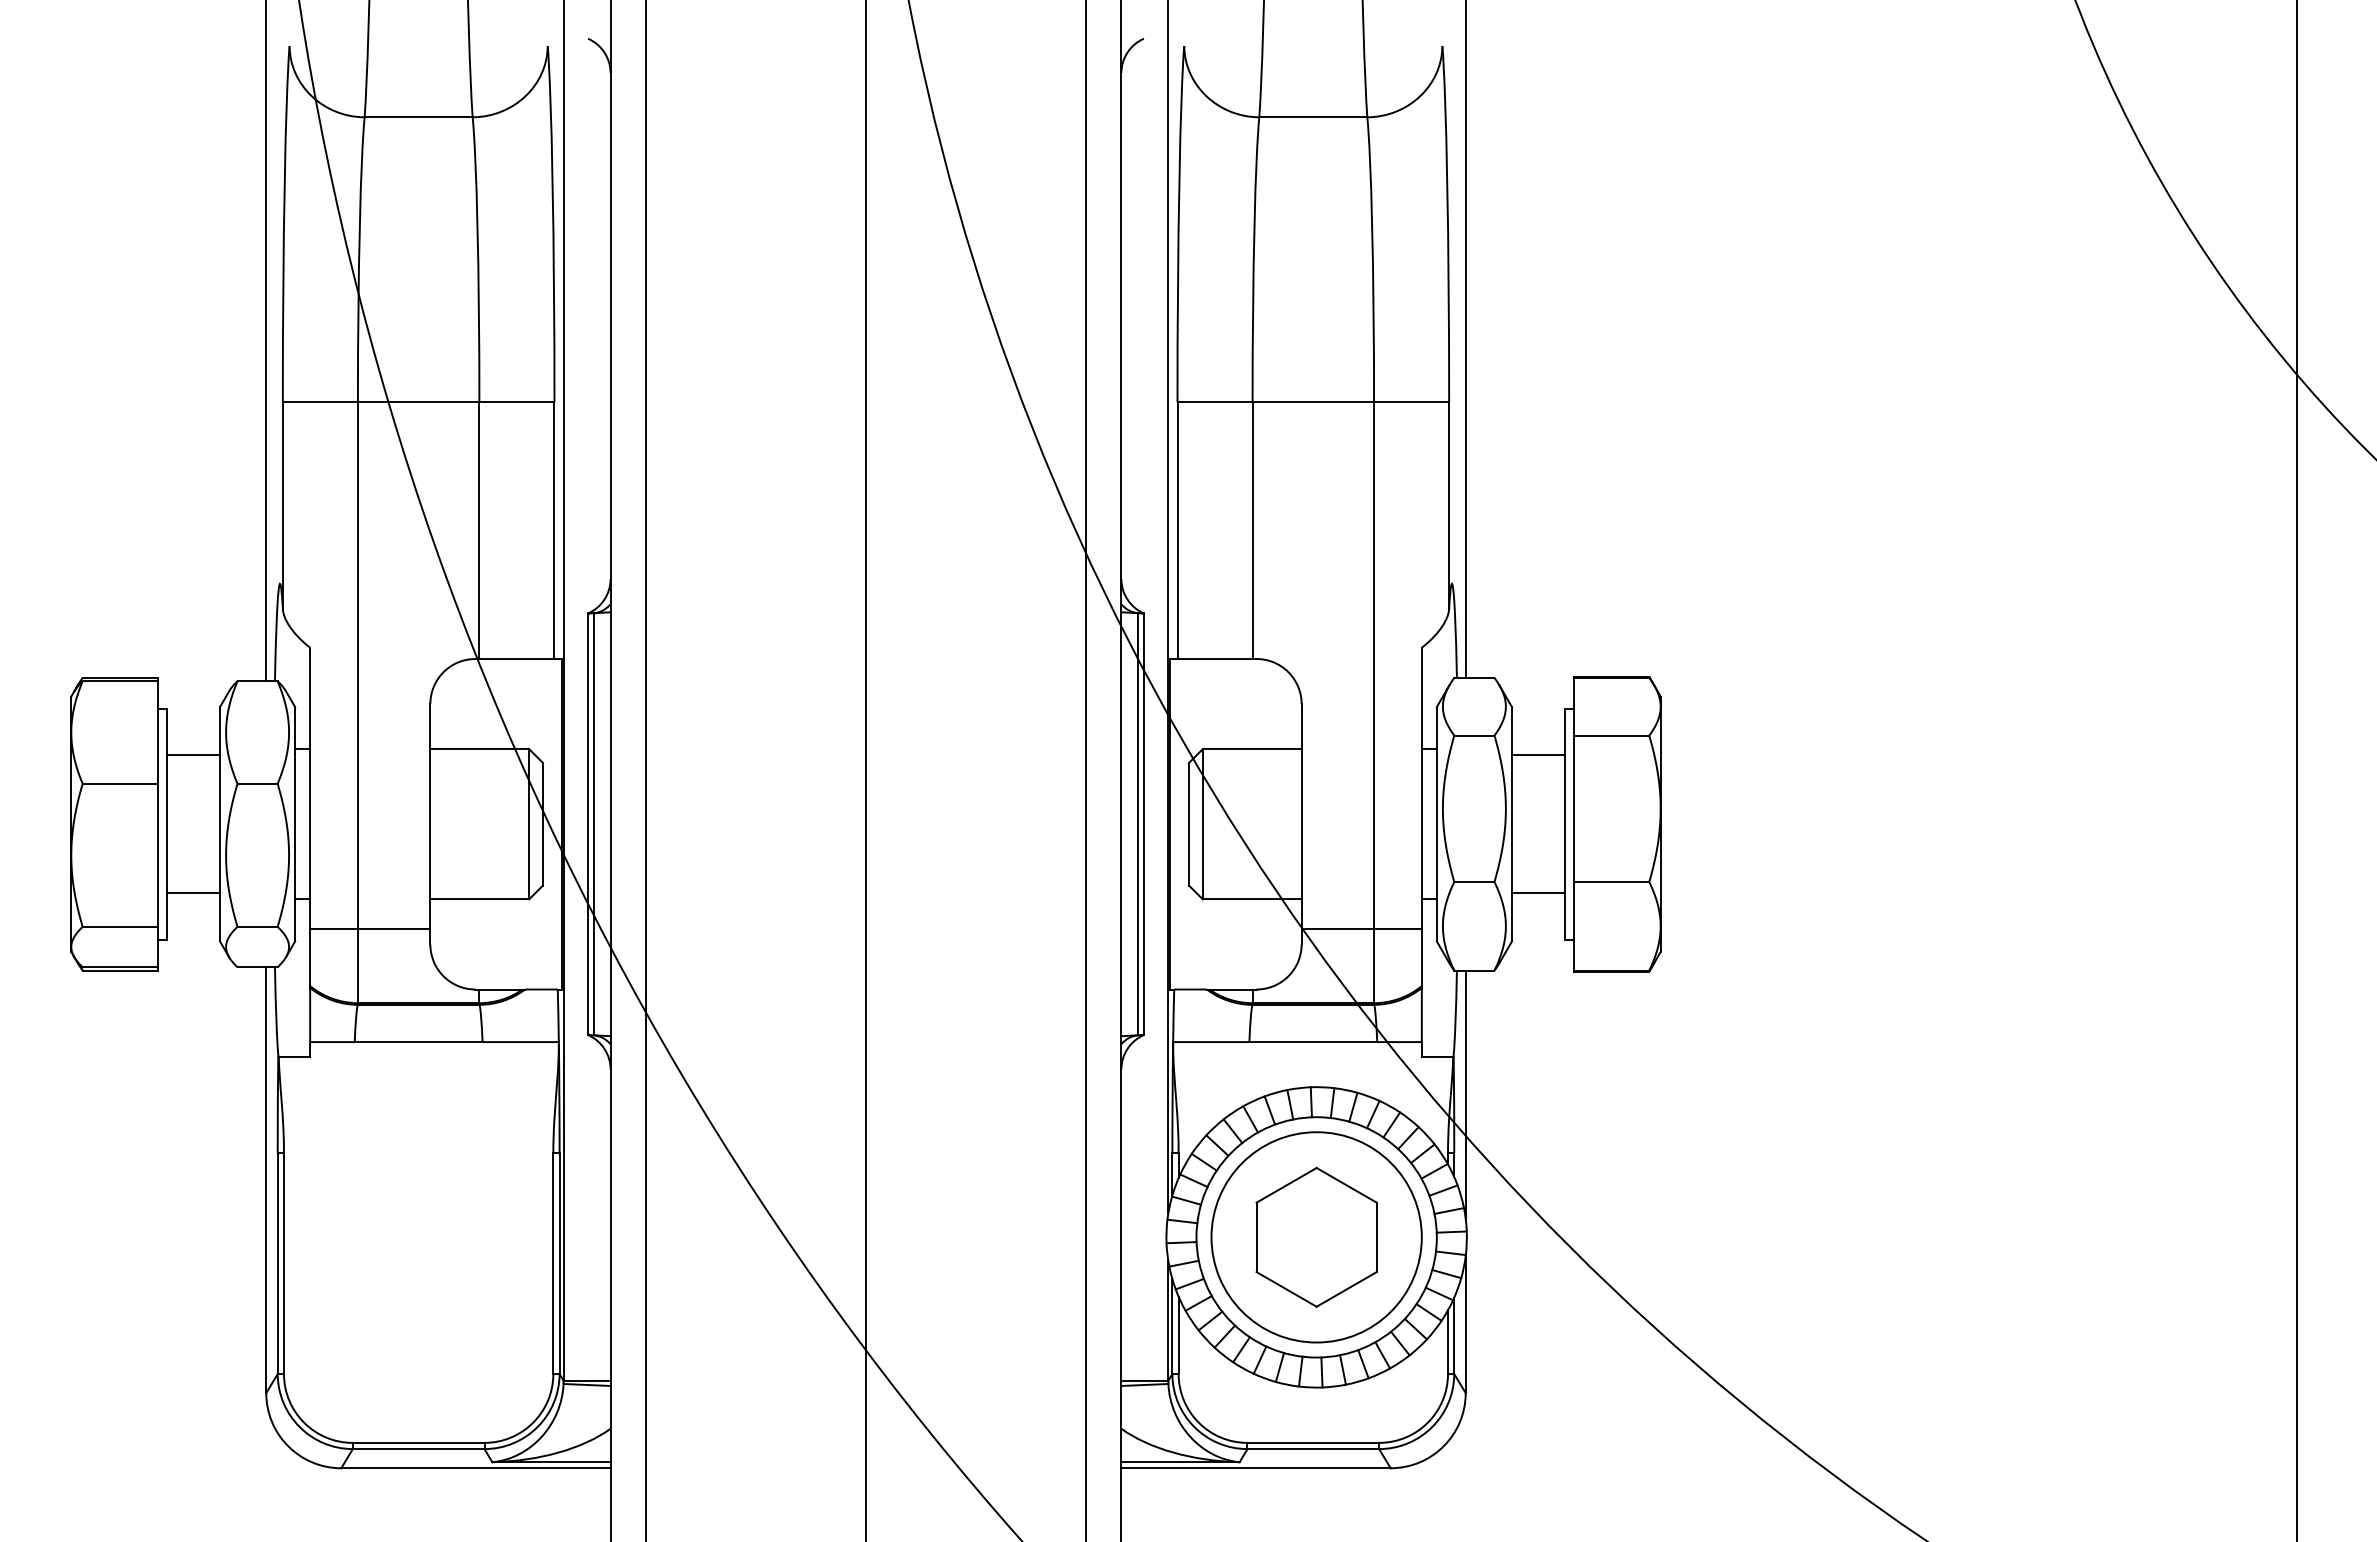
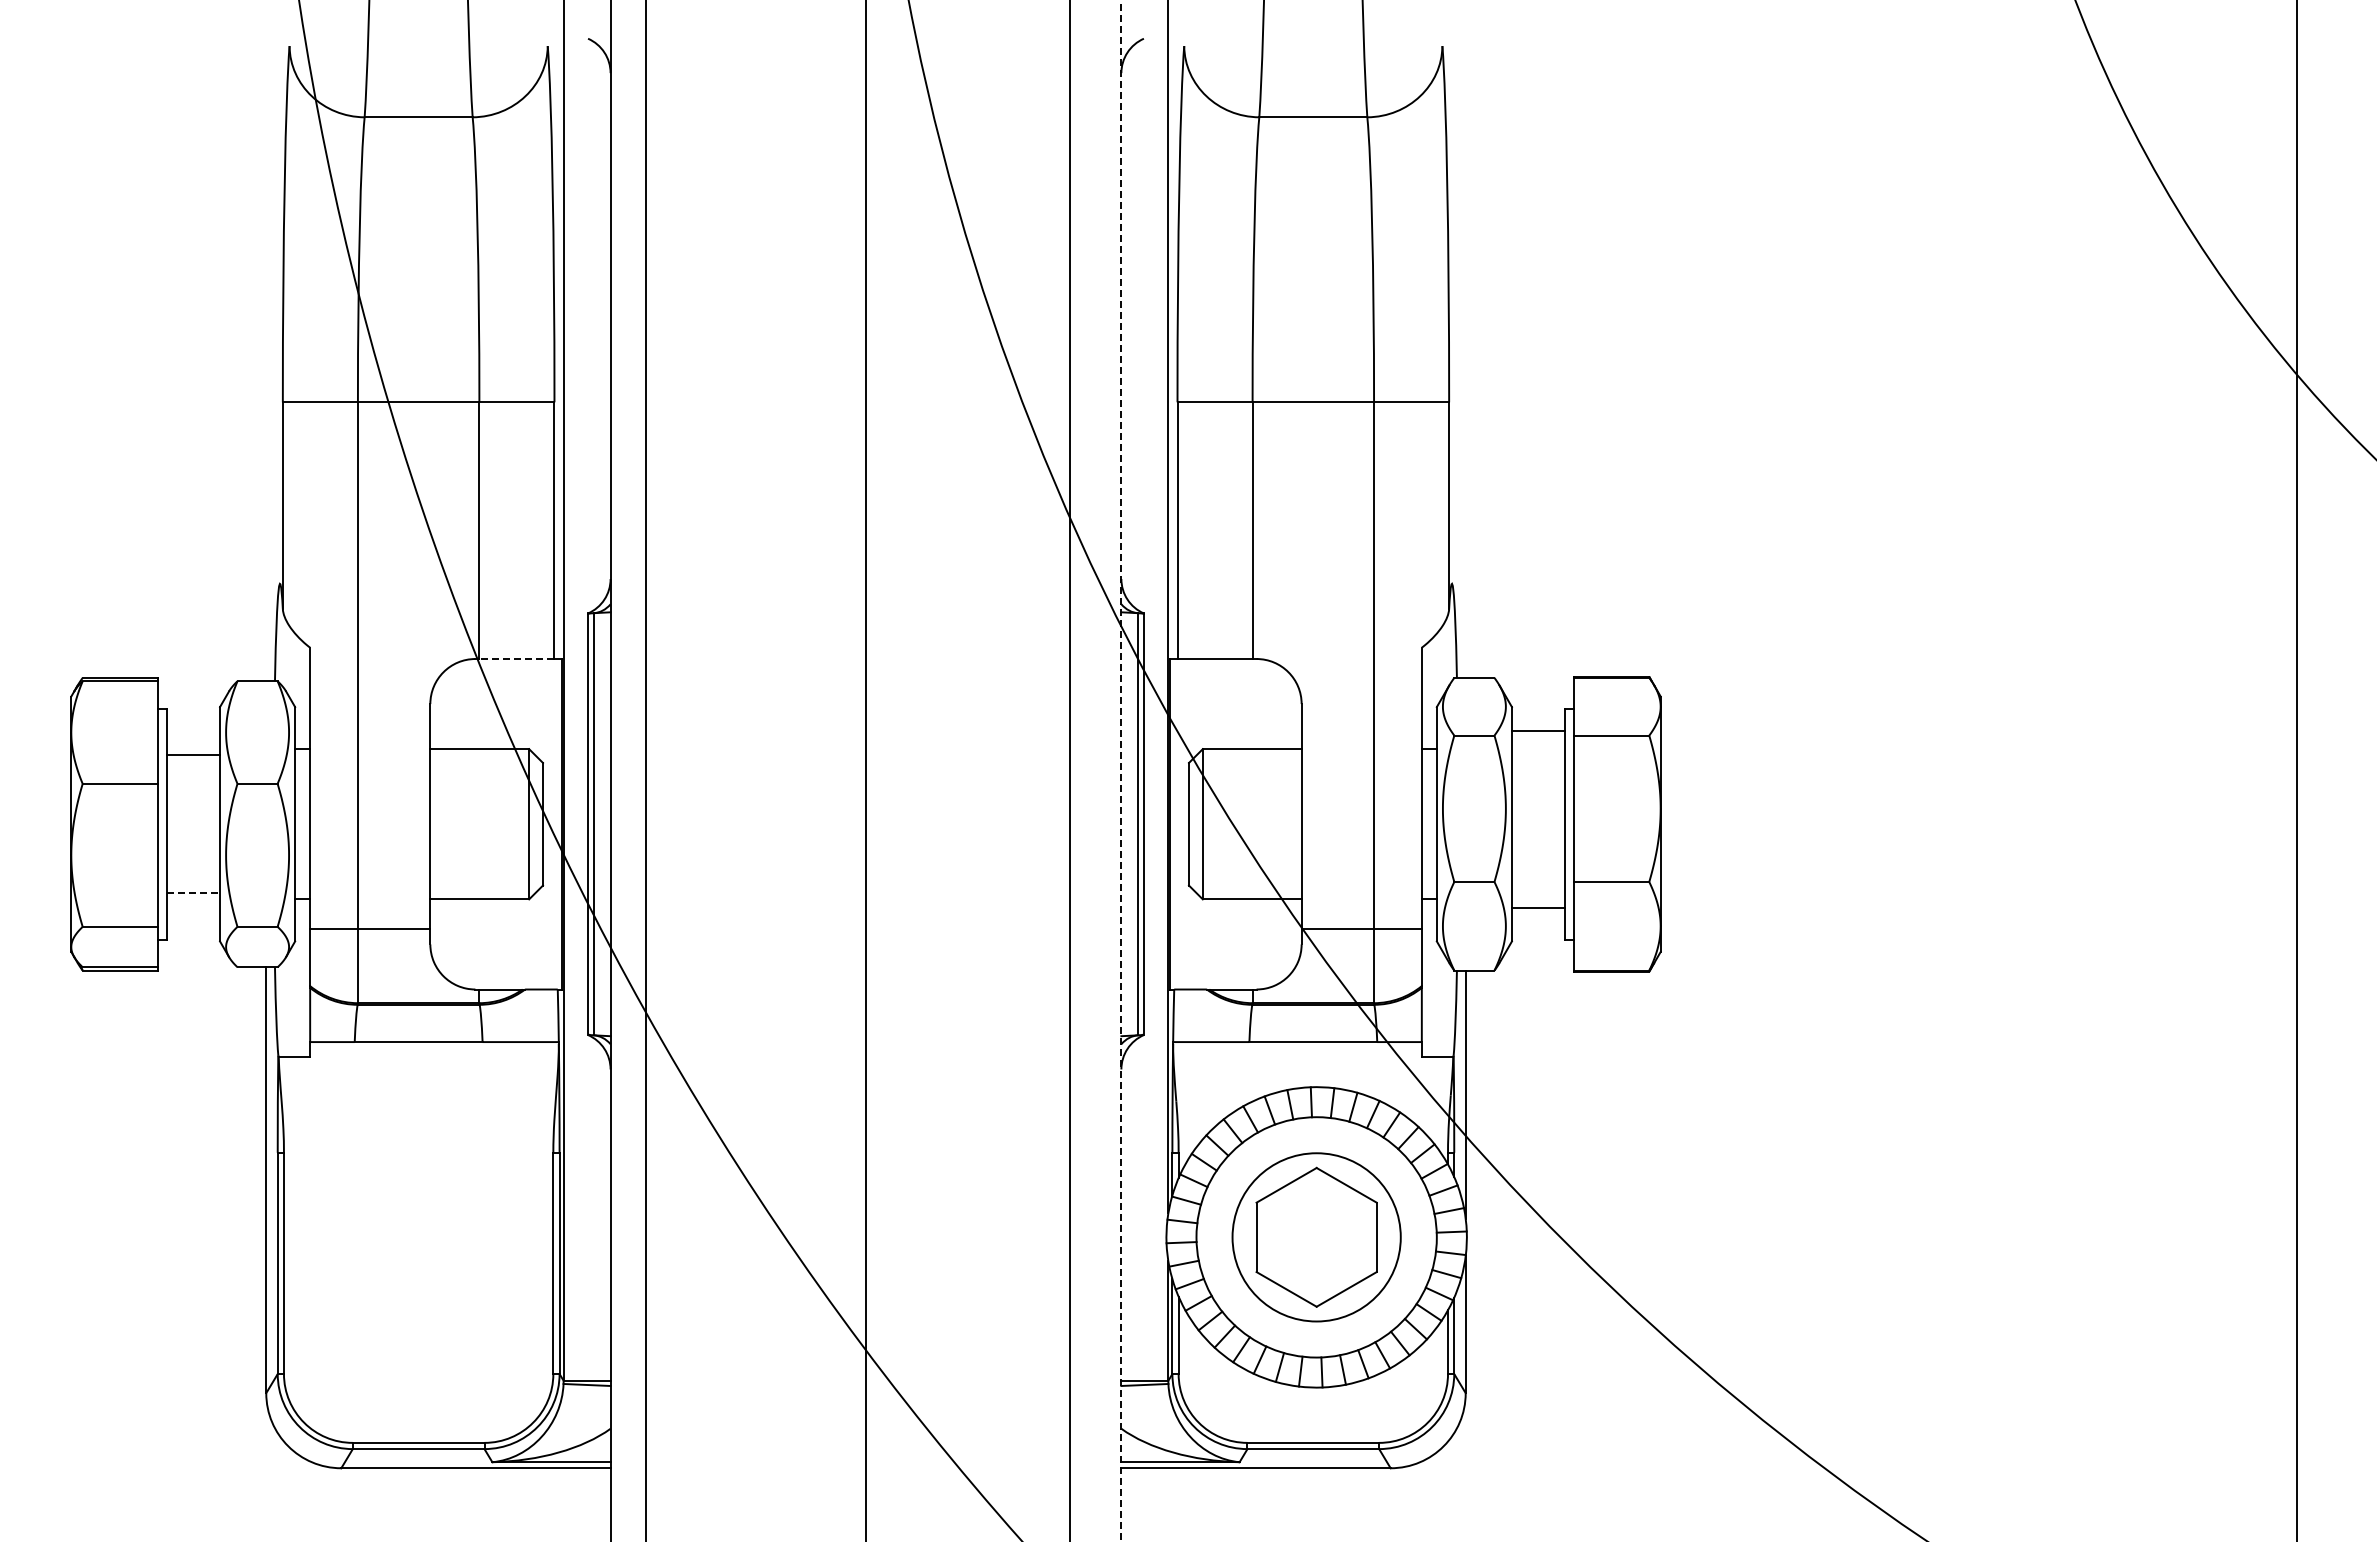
line at (1465, 339): present -> none
line at (266, 341): present -> none
line at (516, 659): solid -> dashed
line at (1537, 755) position: (1537, 755) -> (1537, 731)
line at (1085, 770) position: (1085, 770) -> (1069, 770)
line at (1121, 770): solid -> dashed
line at (194, 893): solid -> dashed
line at (1537, 893) position: (1537, 893) -> (1537, 908)
circle at (1316, 1237) diameter: 210 px -> 168 px
